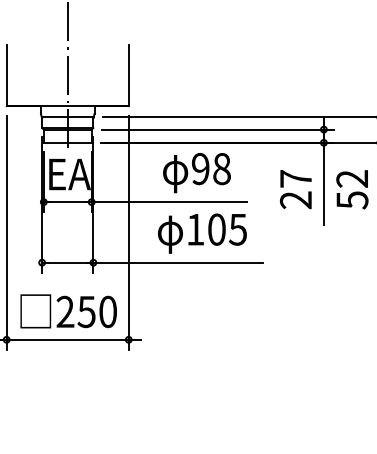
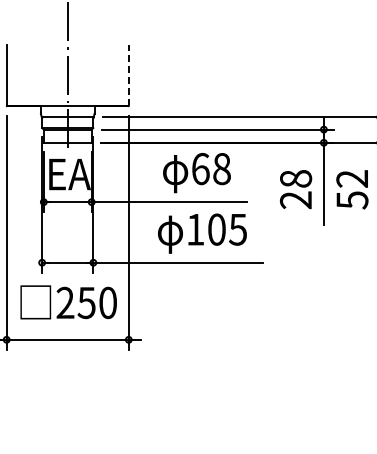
line at (128, 75): solid -> dashed
text at (200, 168): 98 -> 68
text at (296, 178): 27 -> 28
text at (68, 311) position: (68, 311) -> (68, 302)
